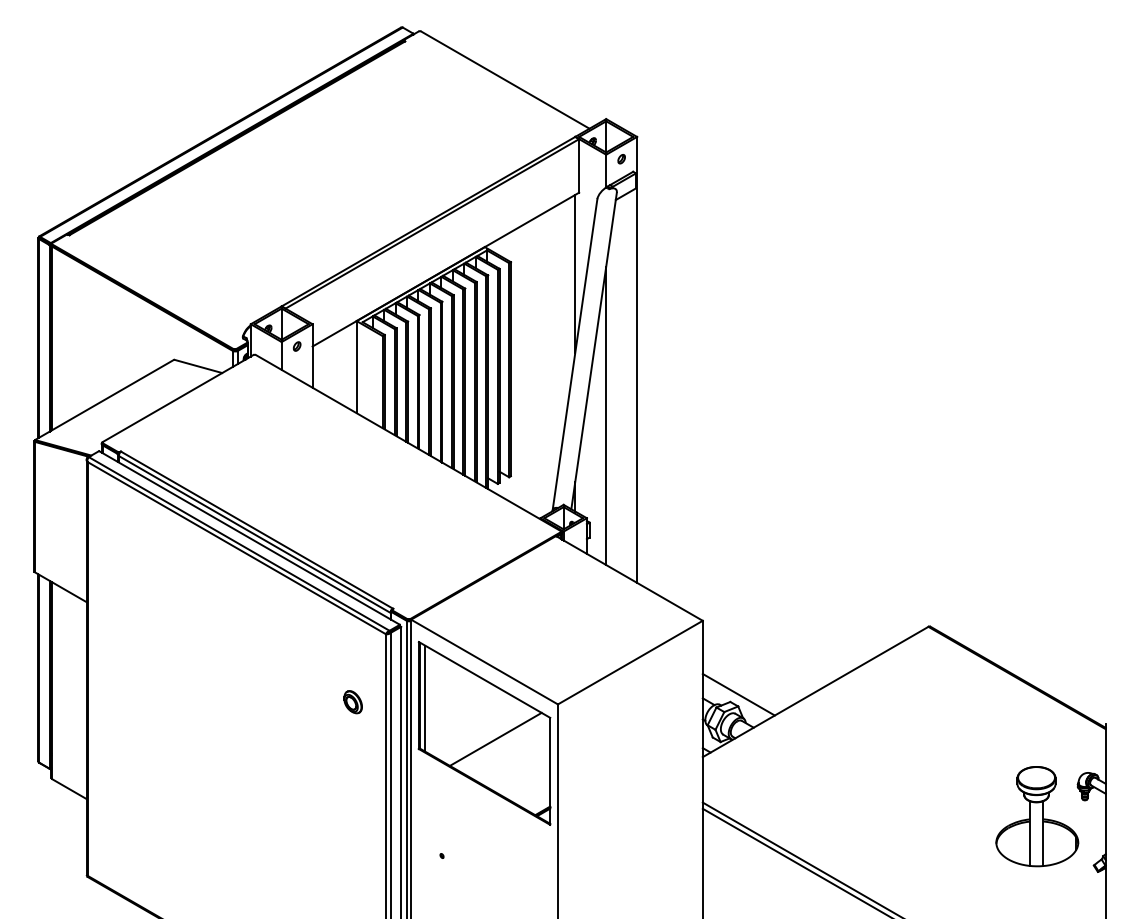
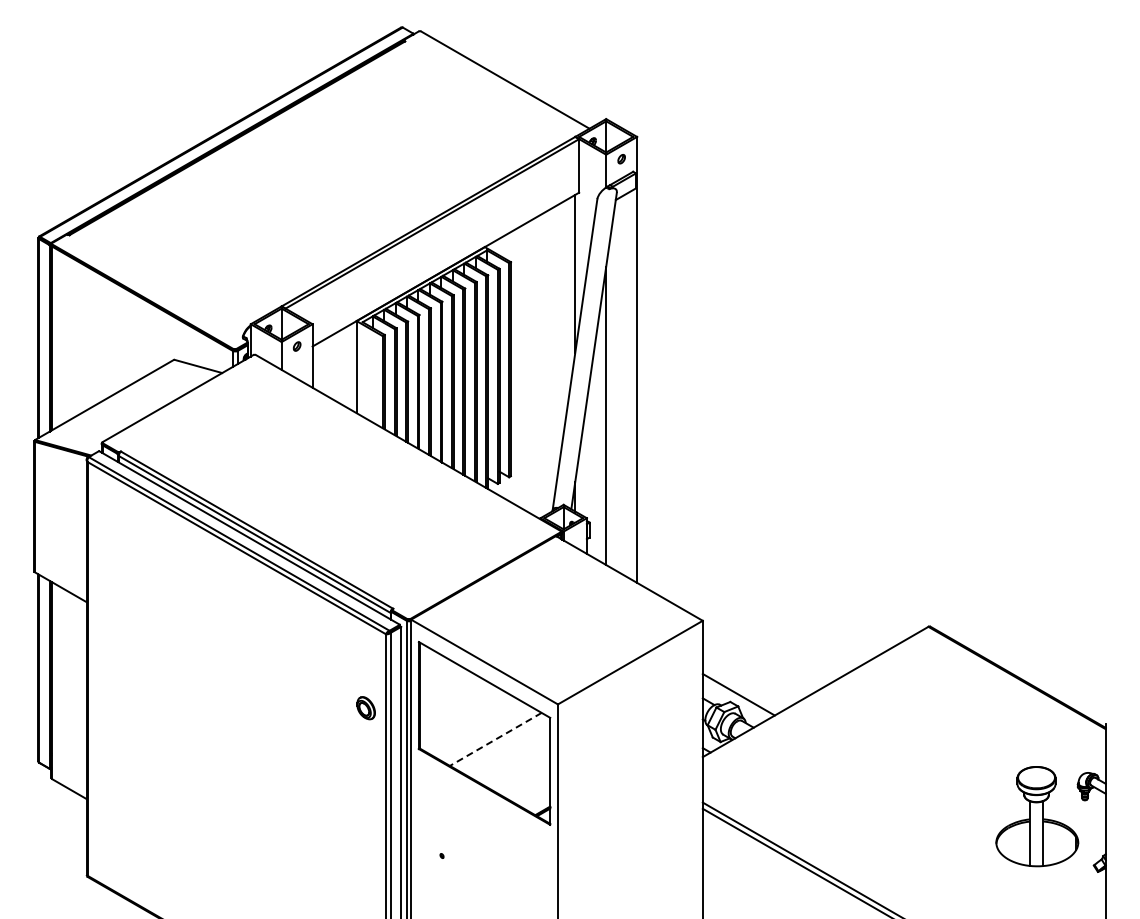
line at (425, 698): present -> none
part at (352, 702) position: (352, 702) -> (365, 708)
line at (495, 739): solid -> dashed
